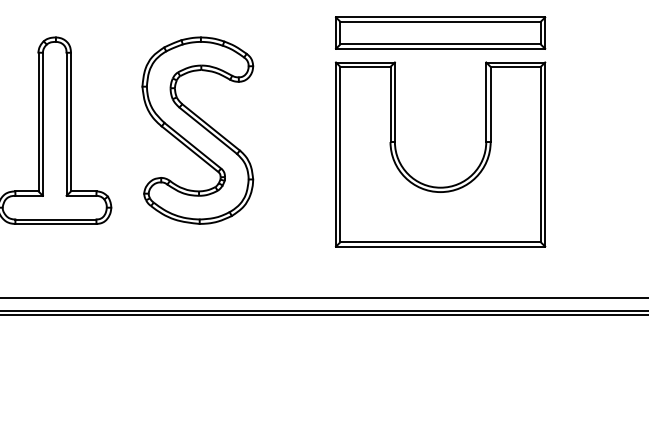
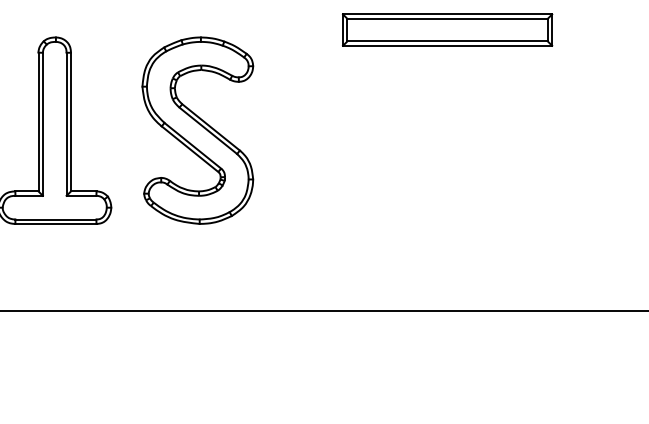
part at (440, 32) position: (440, 32) -> (447, 29)
part at (440, 186): present -> none
line at (323, 298): present -> none
line at (323, 315): present -> none
